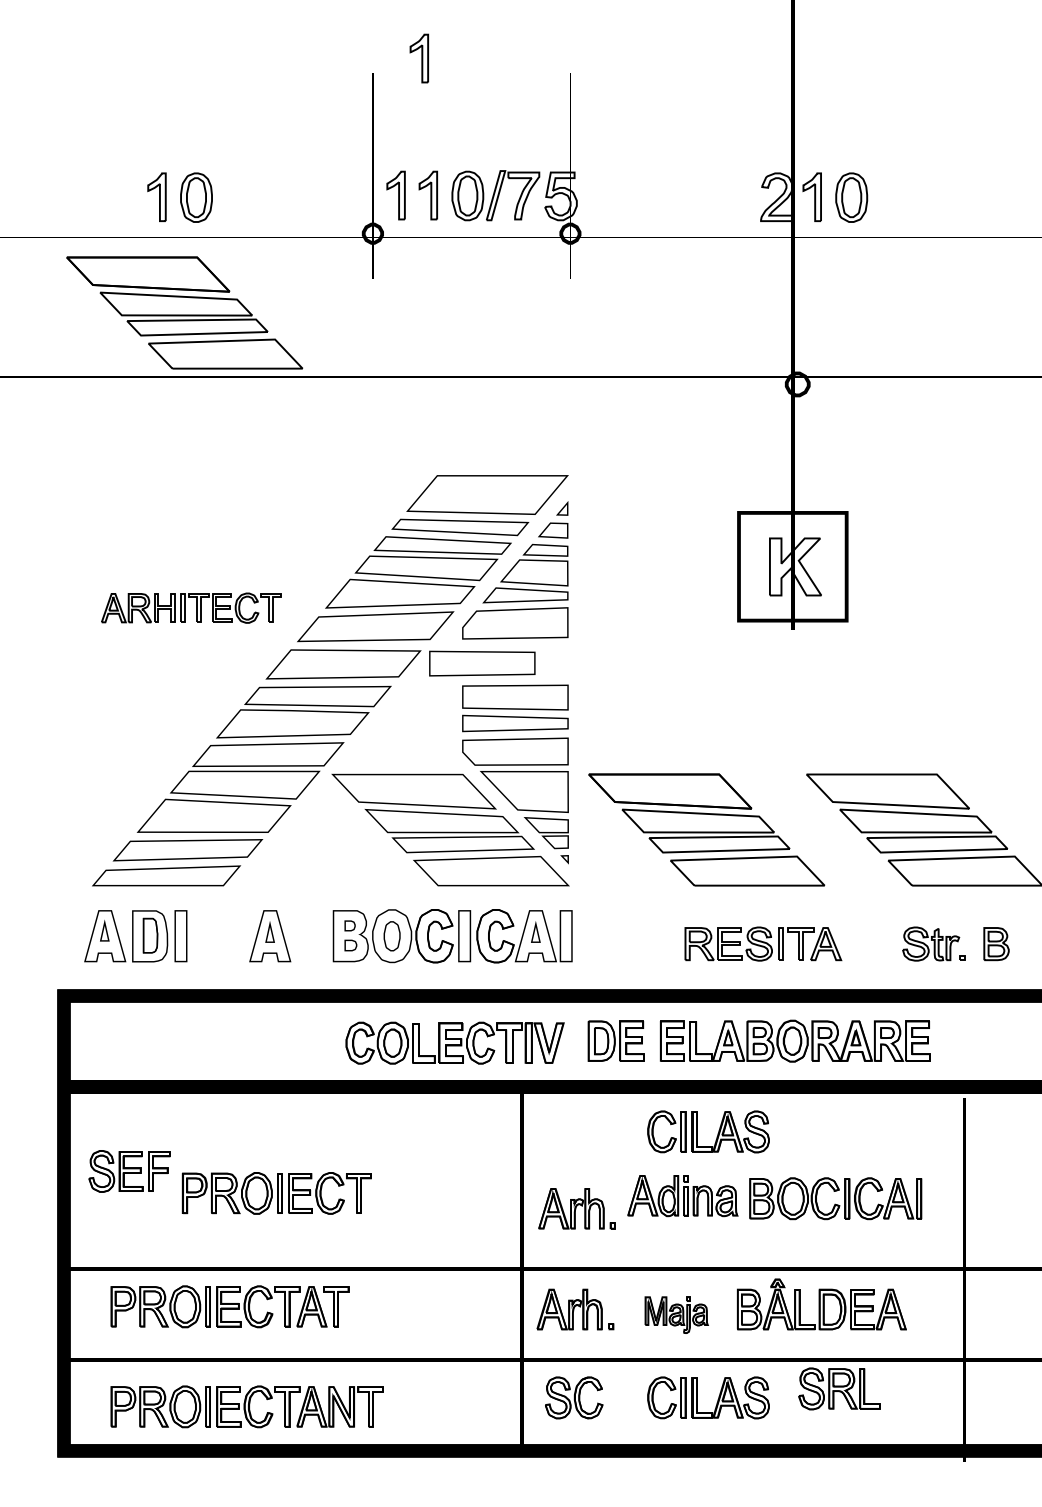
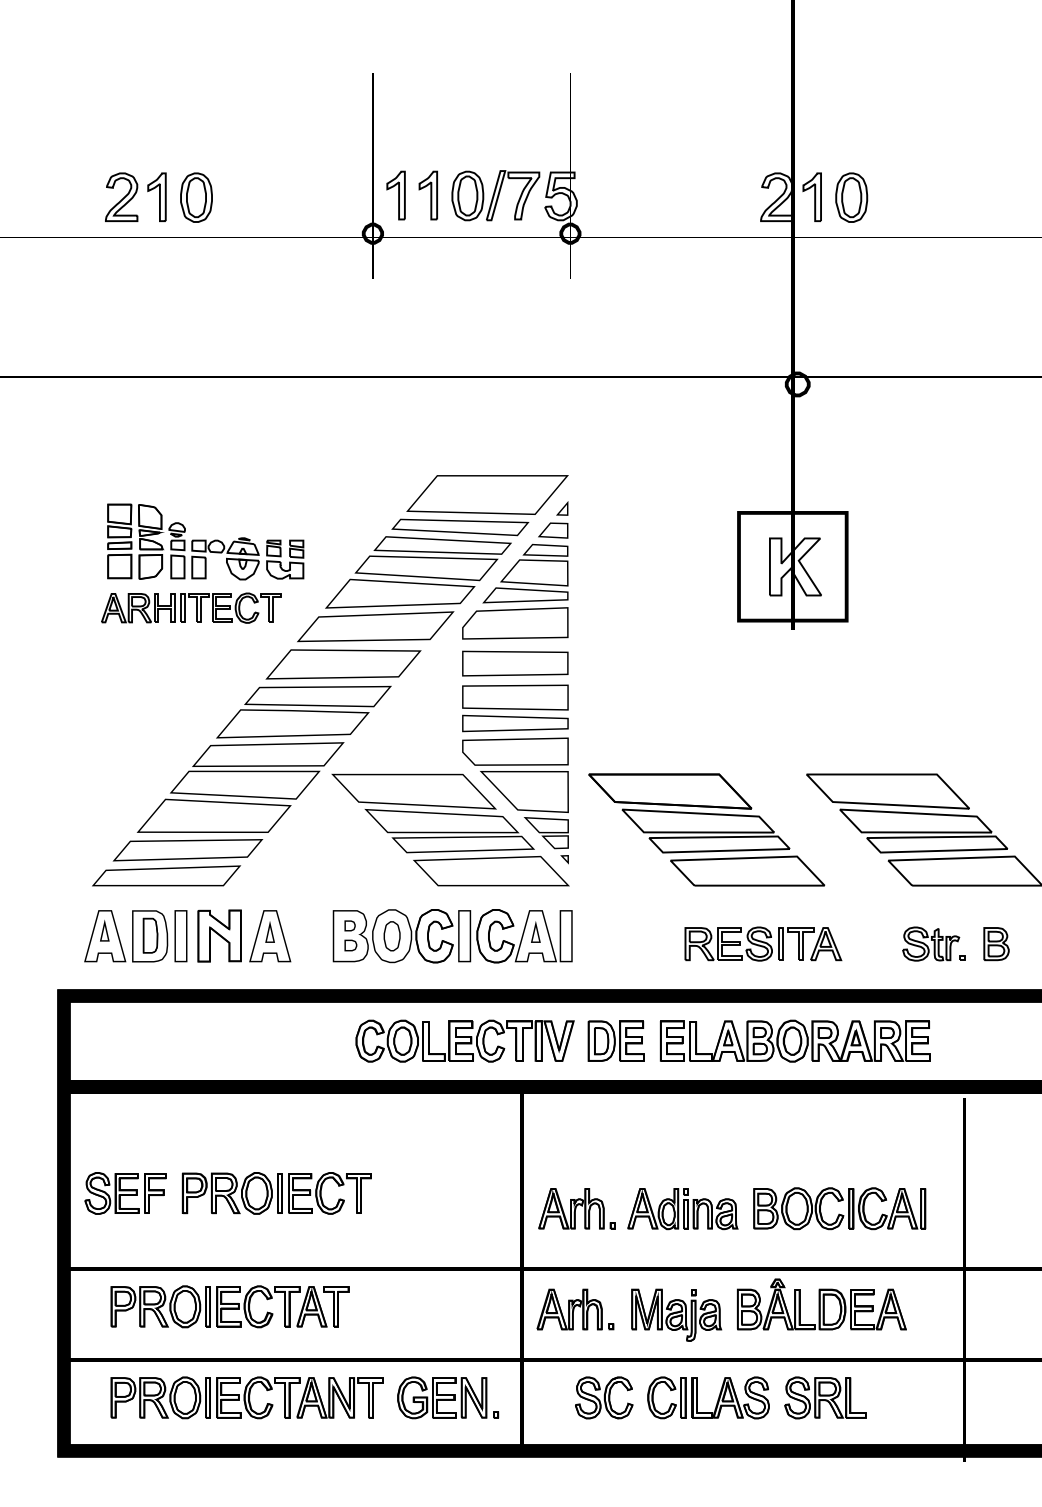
part at (418, 58): present -> none
part at (121, 196): none -> present
part at (184, 312): present -> none
part at (205, 541): none -> present
part at (482, 663) position: (482, 663) -> (515, 663)
part at (219, 935): none -> present
part at (454, 1042) position: (454, 1042) -> (464, 1040)
part at (717, 1133): present -> none
part at (129, 1171) position: (129, 1171) -> (125, 1193)
part at (682, 1196) position: (682, 1196) -> (682, 1209)
part at (835, 1198) position: (835, 1198) -> (839, 1208)
part at (676, 1314) size: 65x38 px -> 92x54 px
part at (839, 1388) position: (839, 1388) -> (825, 1397)
part at (448, 1397): none -> present
part at (574, 1397) position: (574, 1397) -> (604, 1397)
part at (246, 1406) position: (246, 1406) -> (246, 1397)
